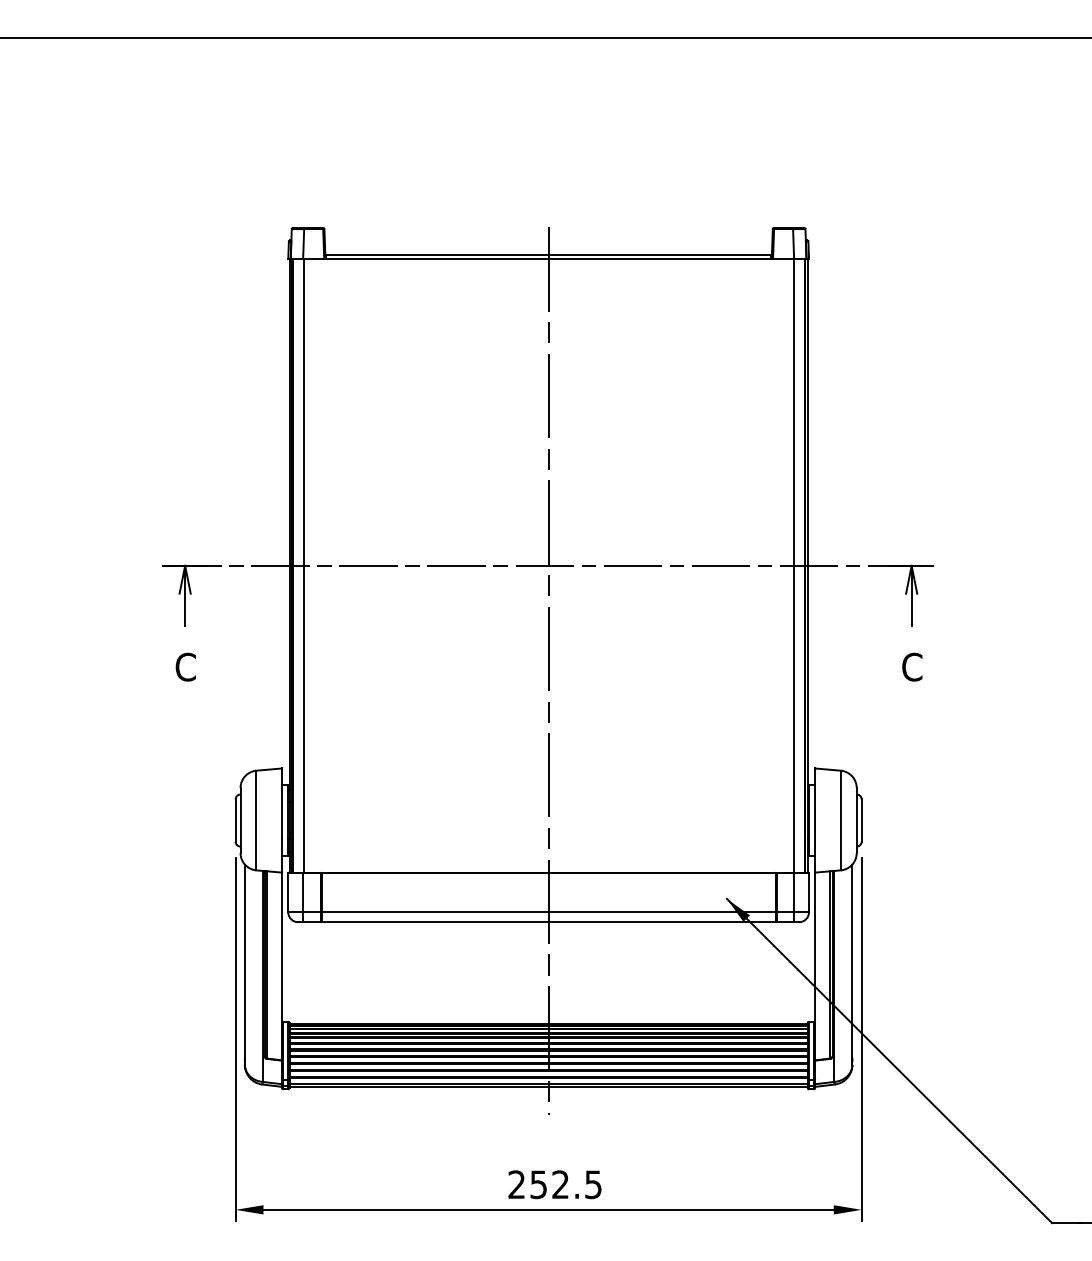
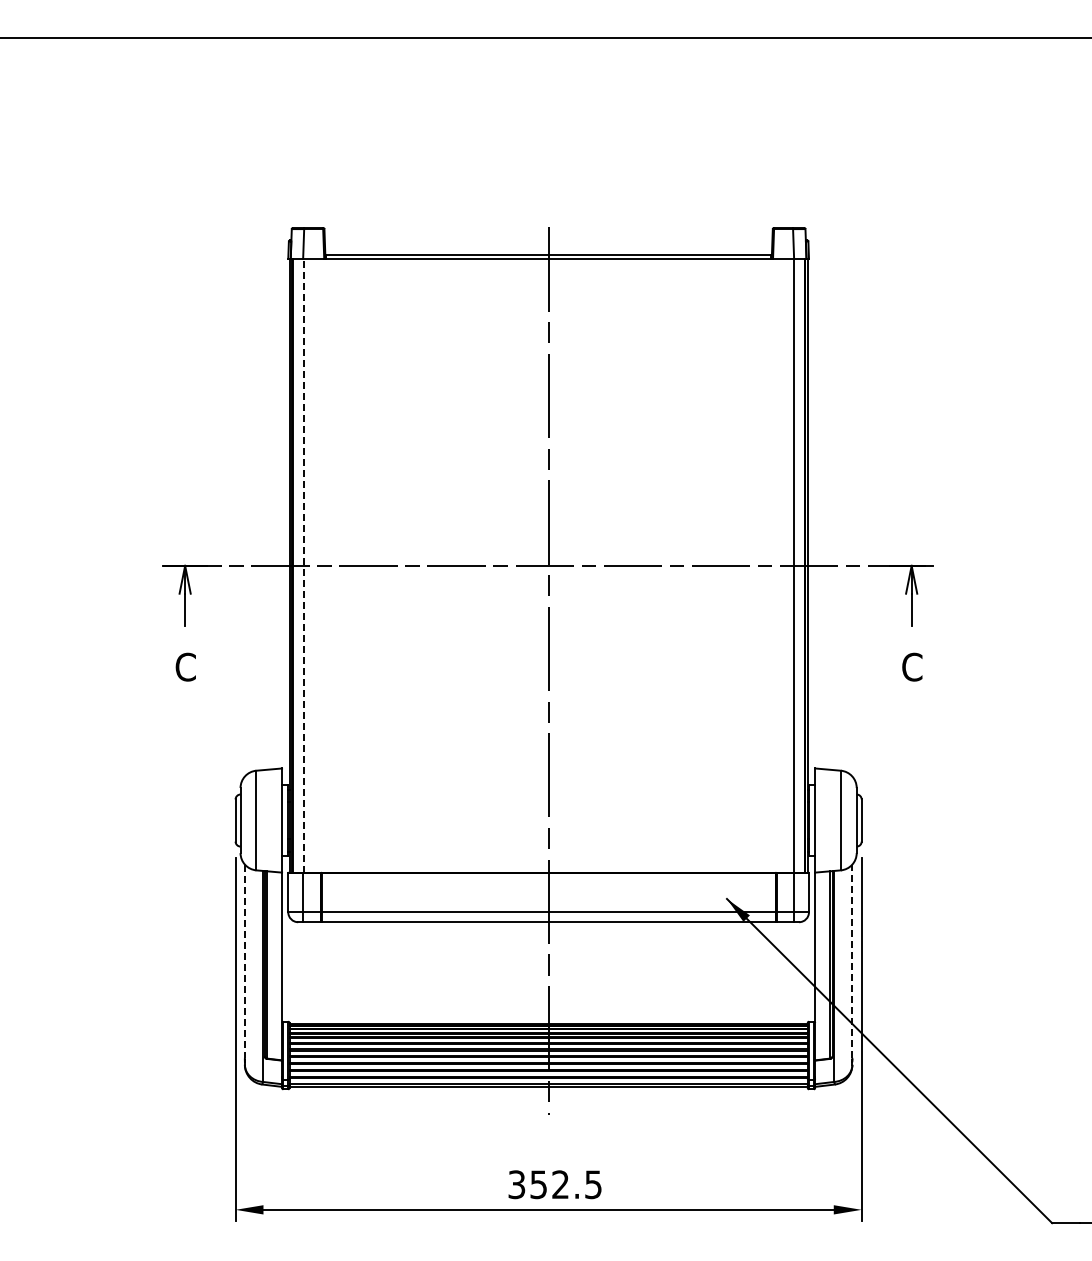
line at (303, 565): solid -> dashed
line at (244, 961): solid -> dashed
line at (852, 961): solid -> dashed
text at (516, 1184): 252.5 -> 352.5
